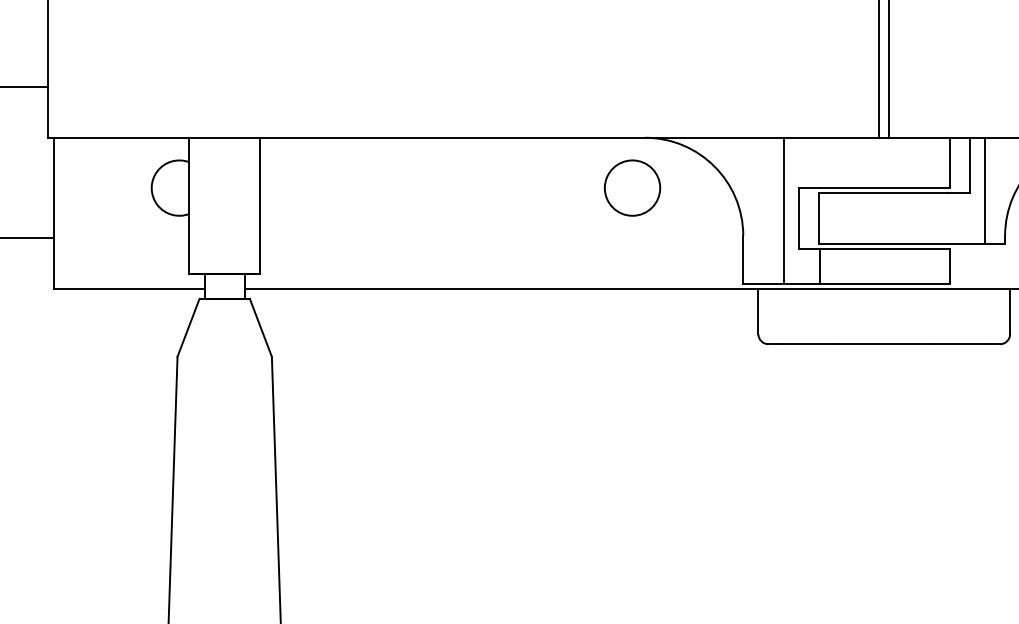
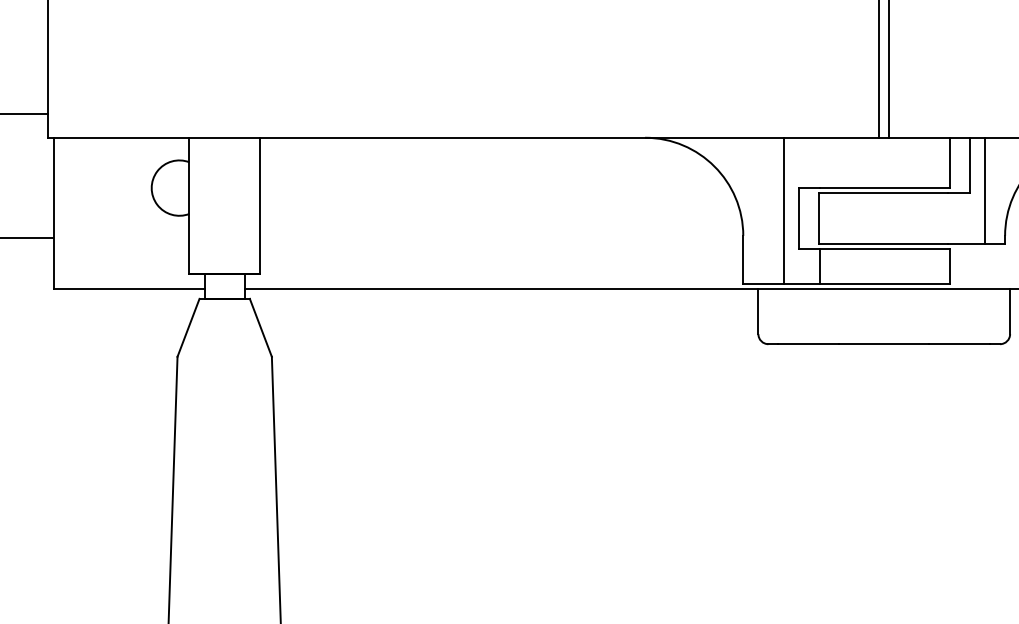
line at (25, 87) position: (25, 87) -> (25, 114)
circle at (632, 187): present -> none
